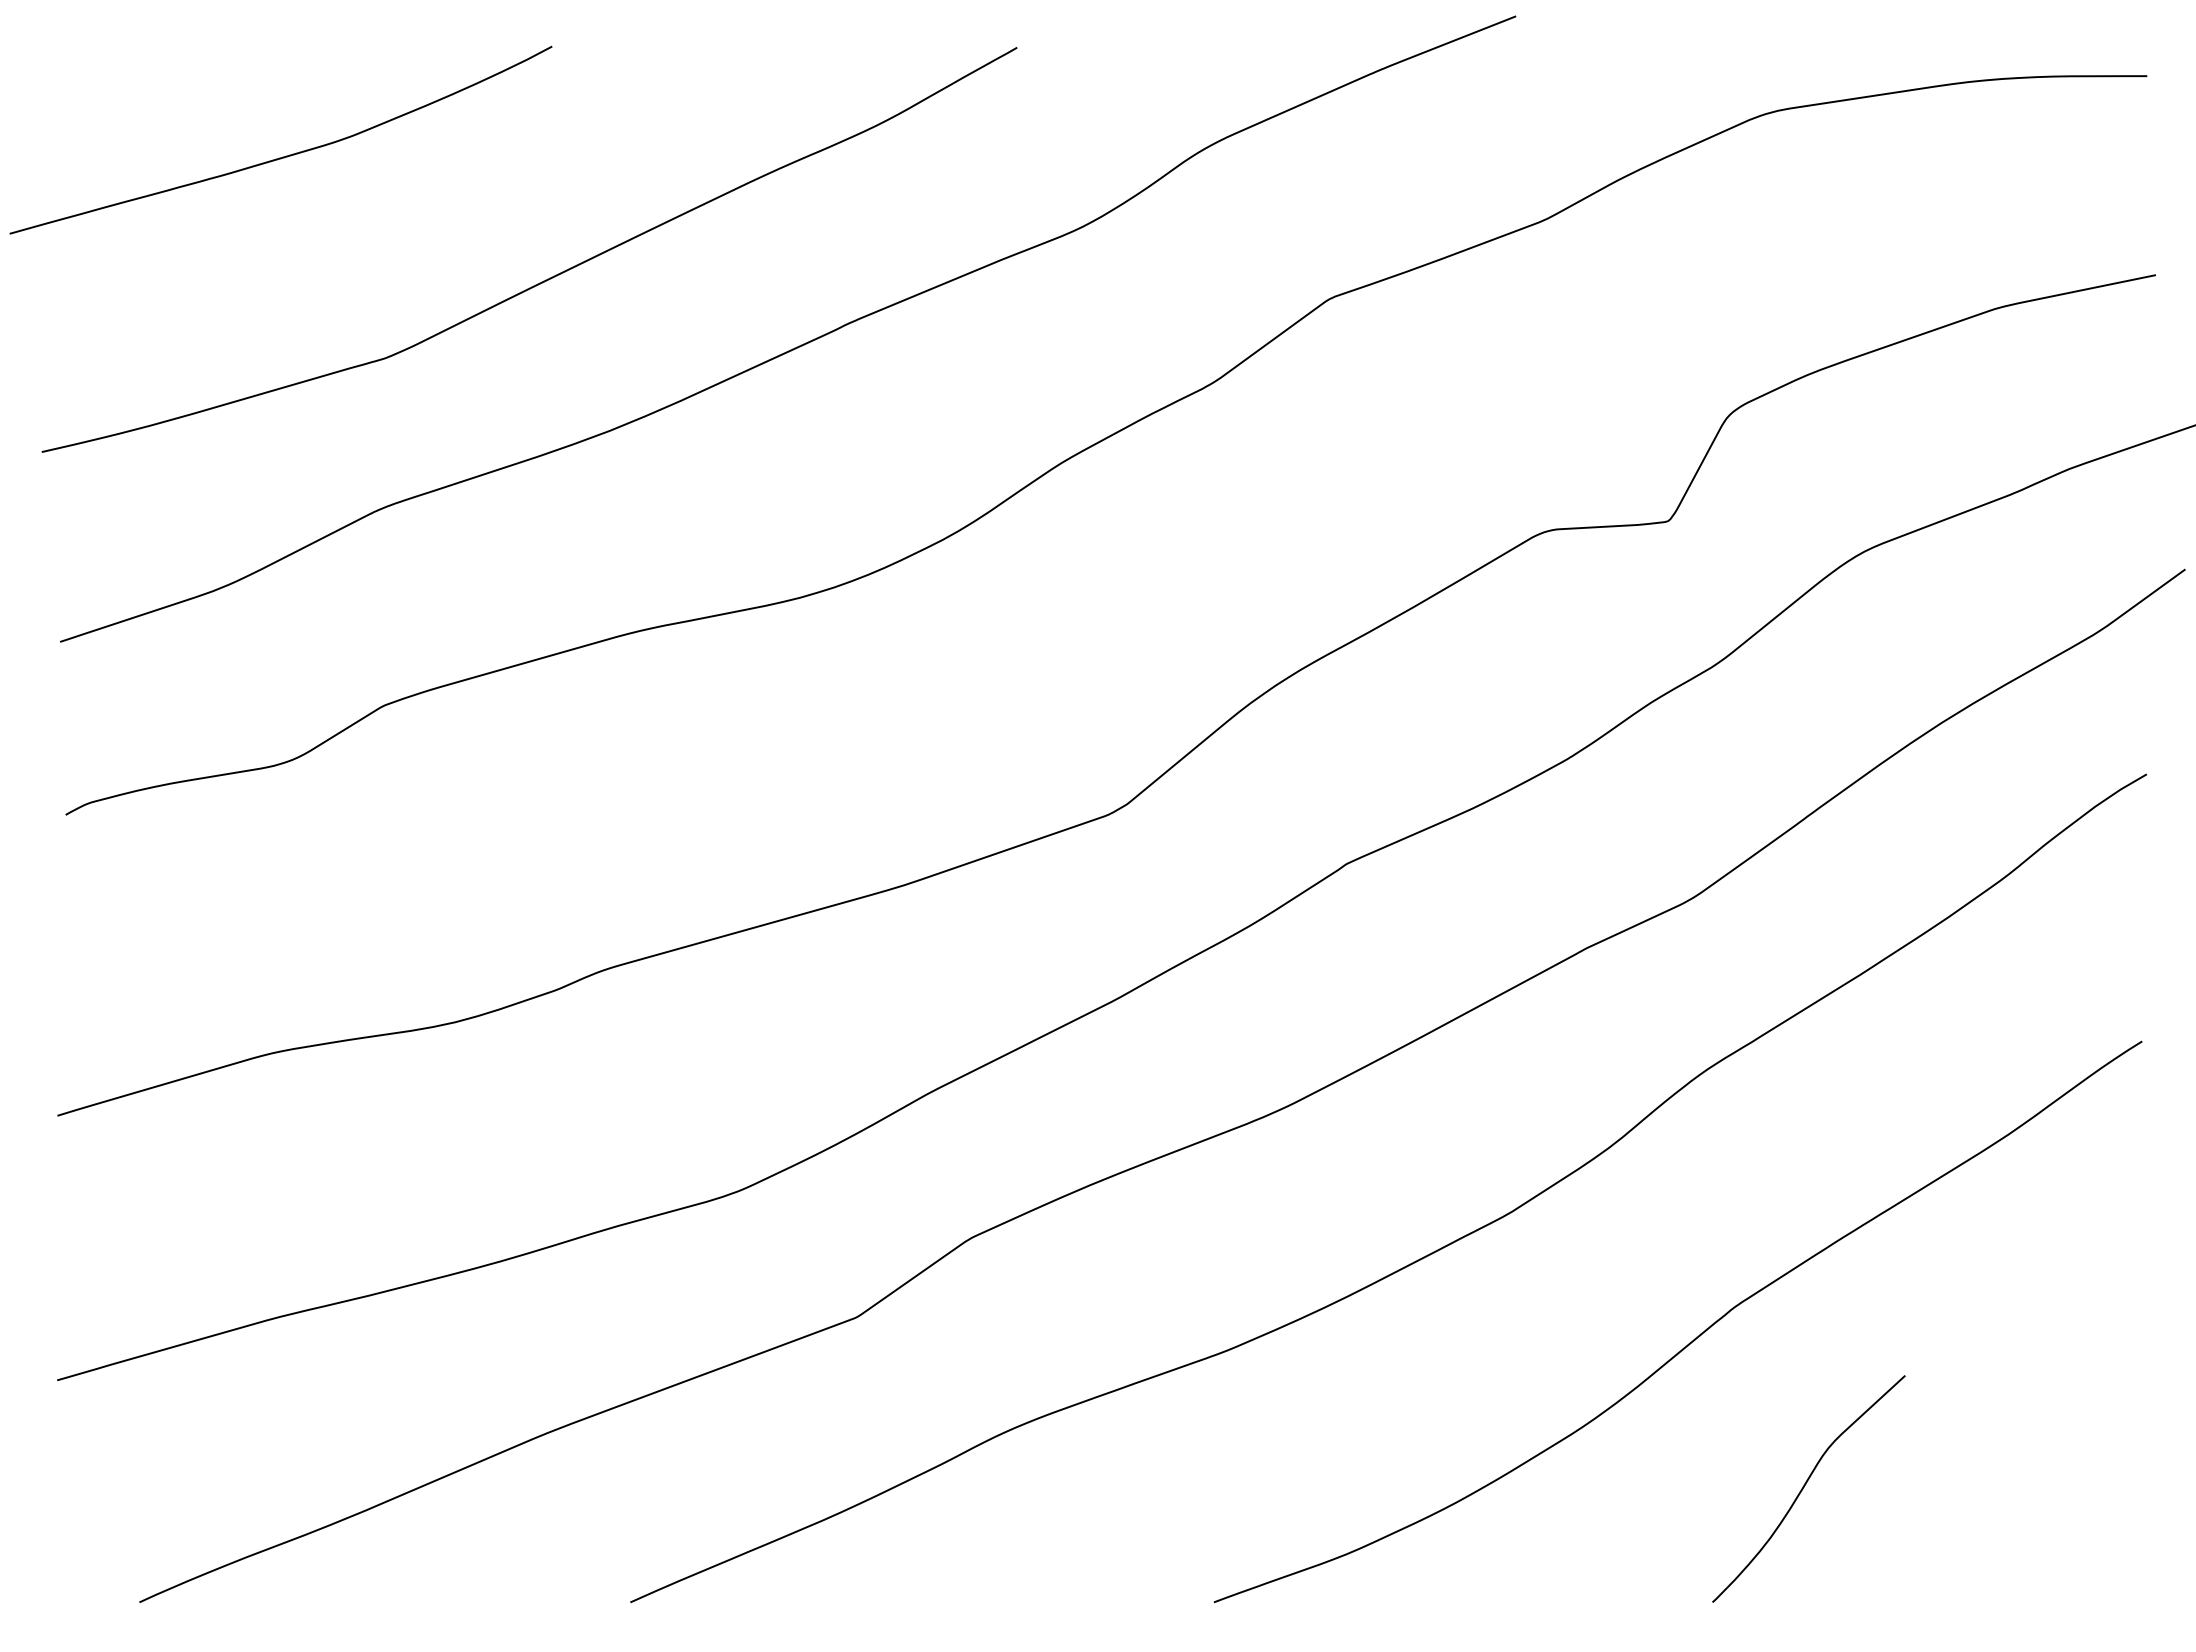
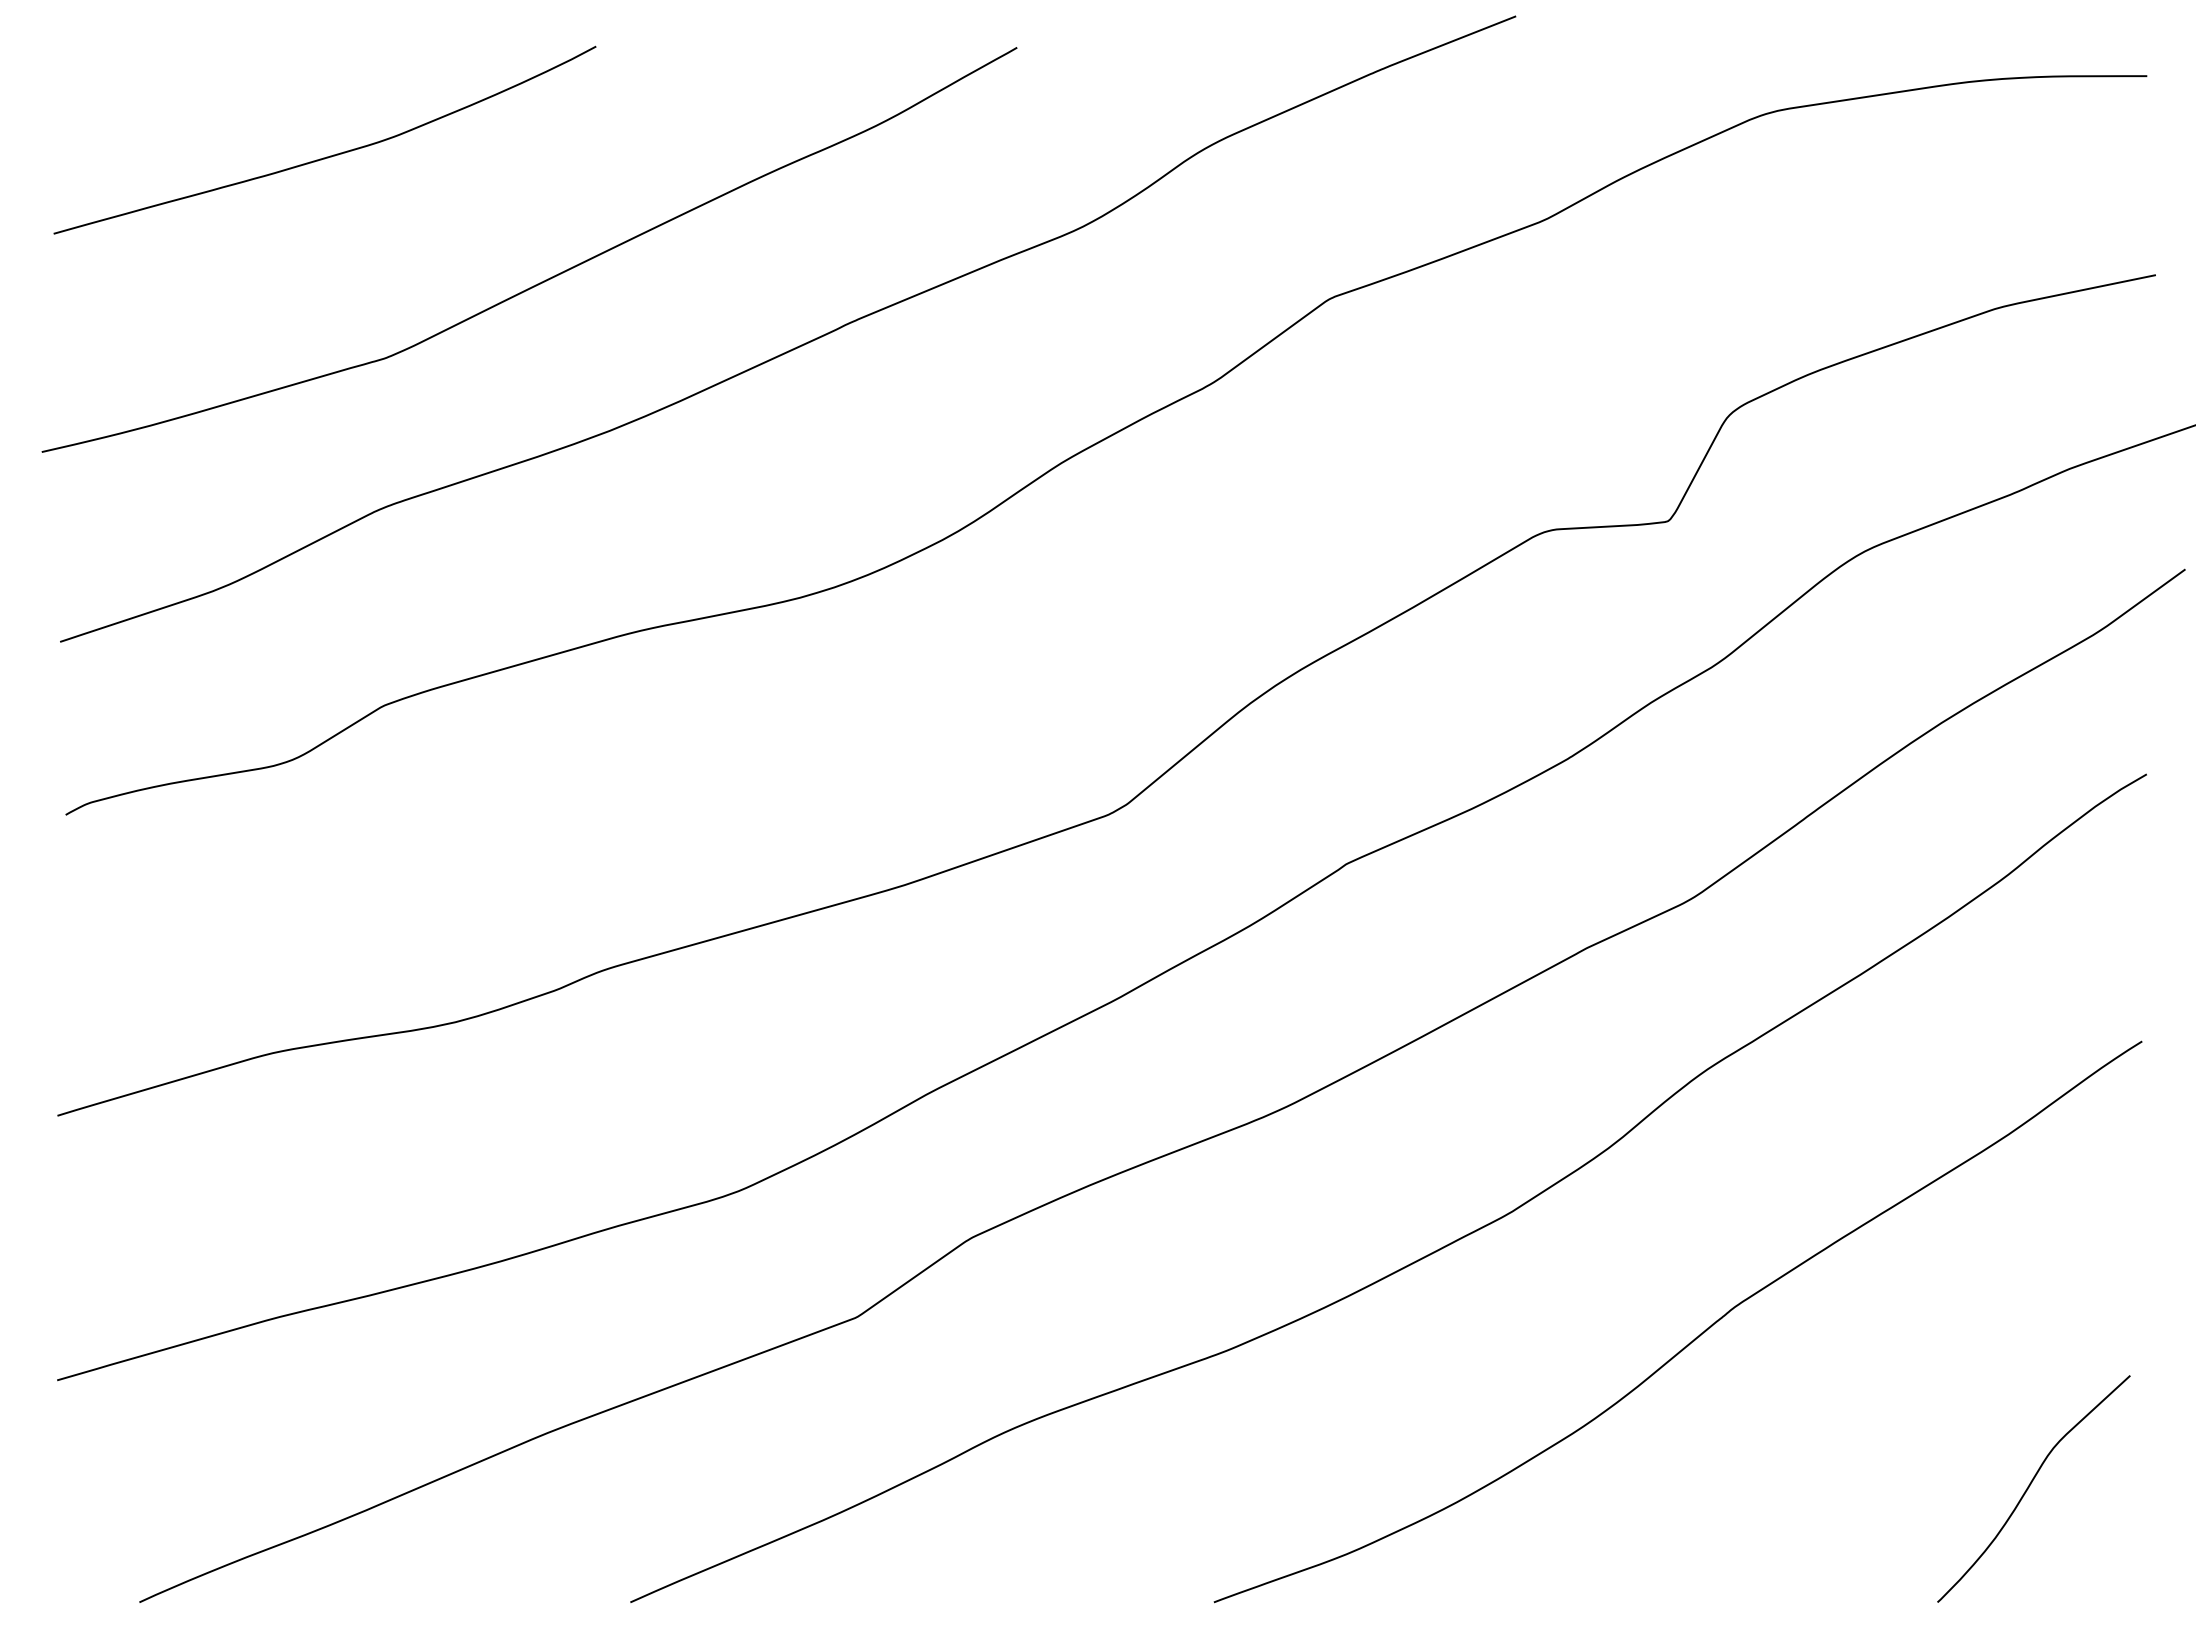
curve at (286, 155) position: (286, 155) -> (330, 155)
curve at (1804, 1487) position: (1804, 1487) -> (2029, 1487)
